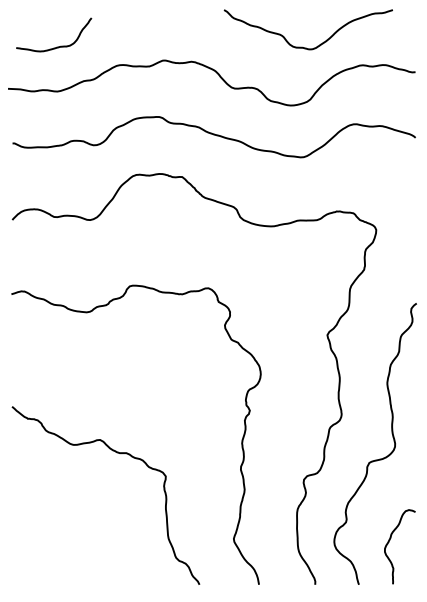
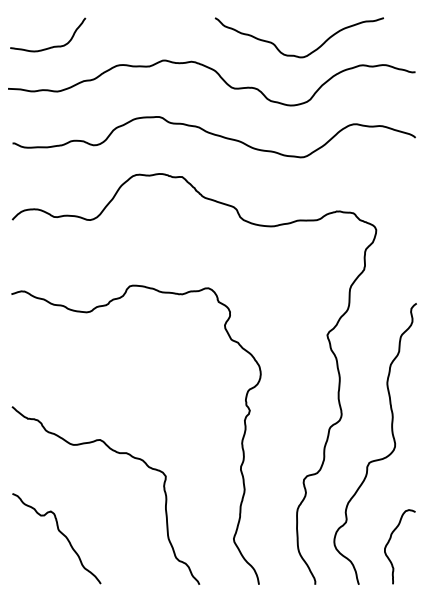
curve at (56, 46) position: (56, 46) -> (50, 46)
curve at (302, 46) position: (302, 46) -> (293, 54)
curve at (60, 533): none -> present
